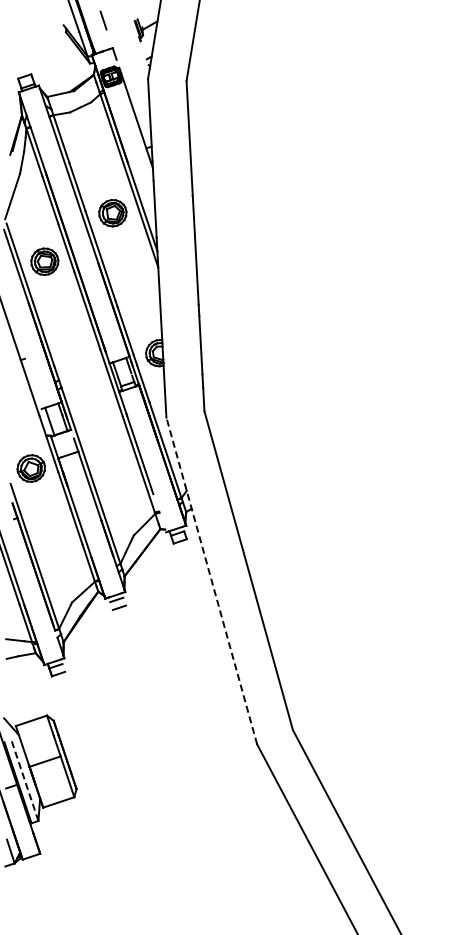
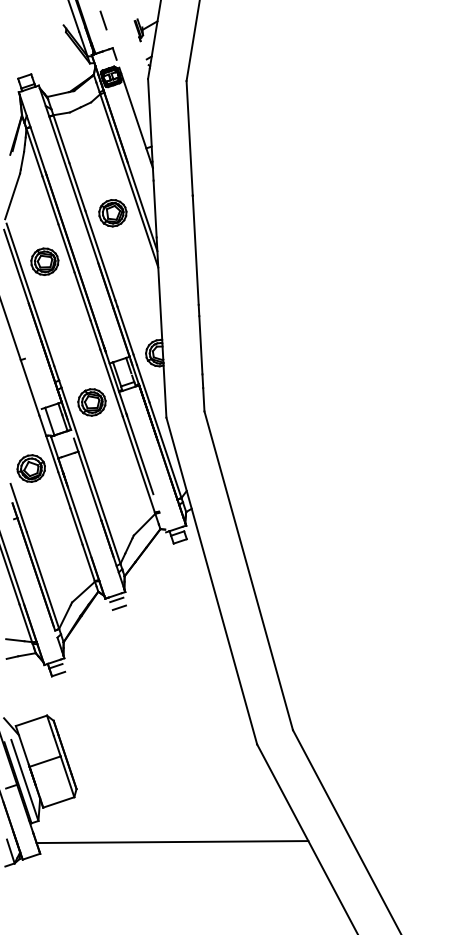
part at (91, 402): none -> present
line at (211, 581): dashed -> solid
line at (24, 780): dashed -> solid
line at (172, 842): none -> present
